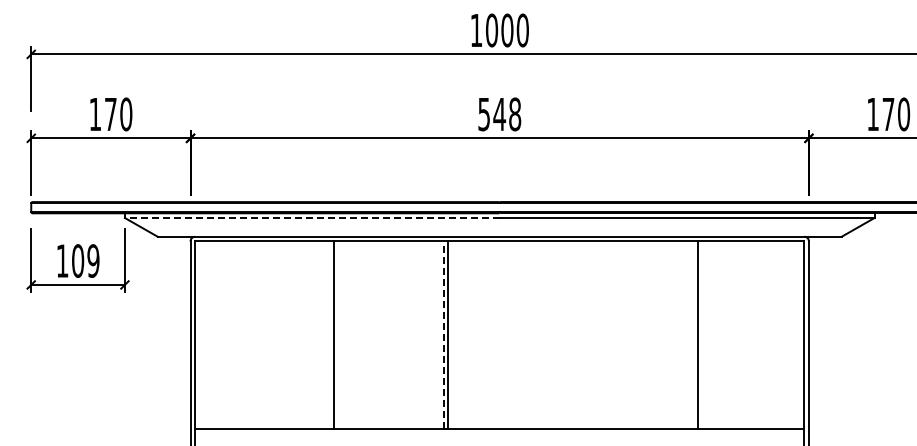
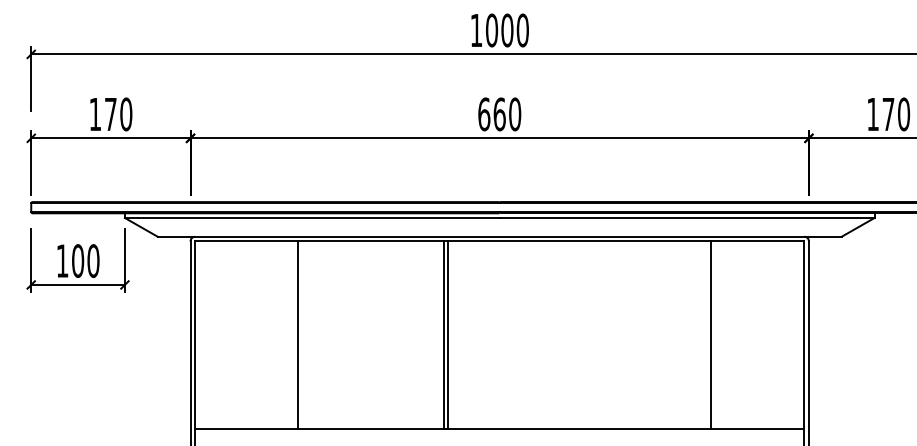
text at (499, 114): 548 -> 660
line at (311, 218): dashed -> solid
text at (93, 260): 109 -> 100
line at (334, 334) position: (334, 334) -> (298, 334)
line at (697, 334) position: (697, 334) -> (710, 334)
line at (443, 335): dashed -> solid
